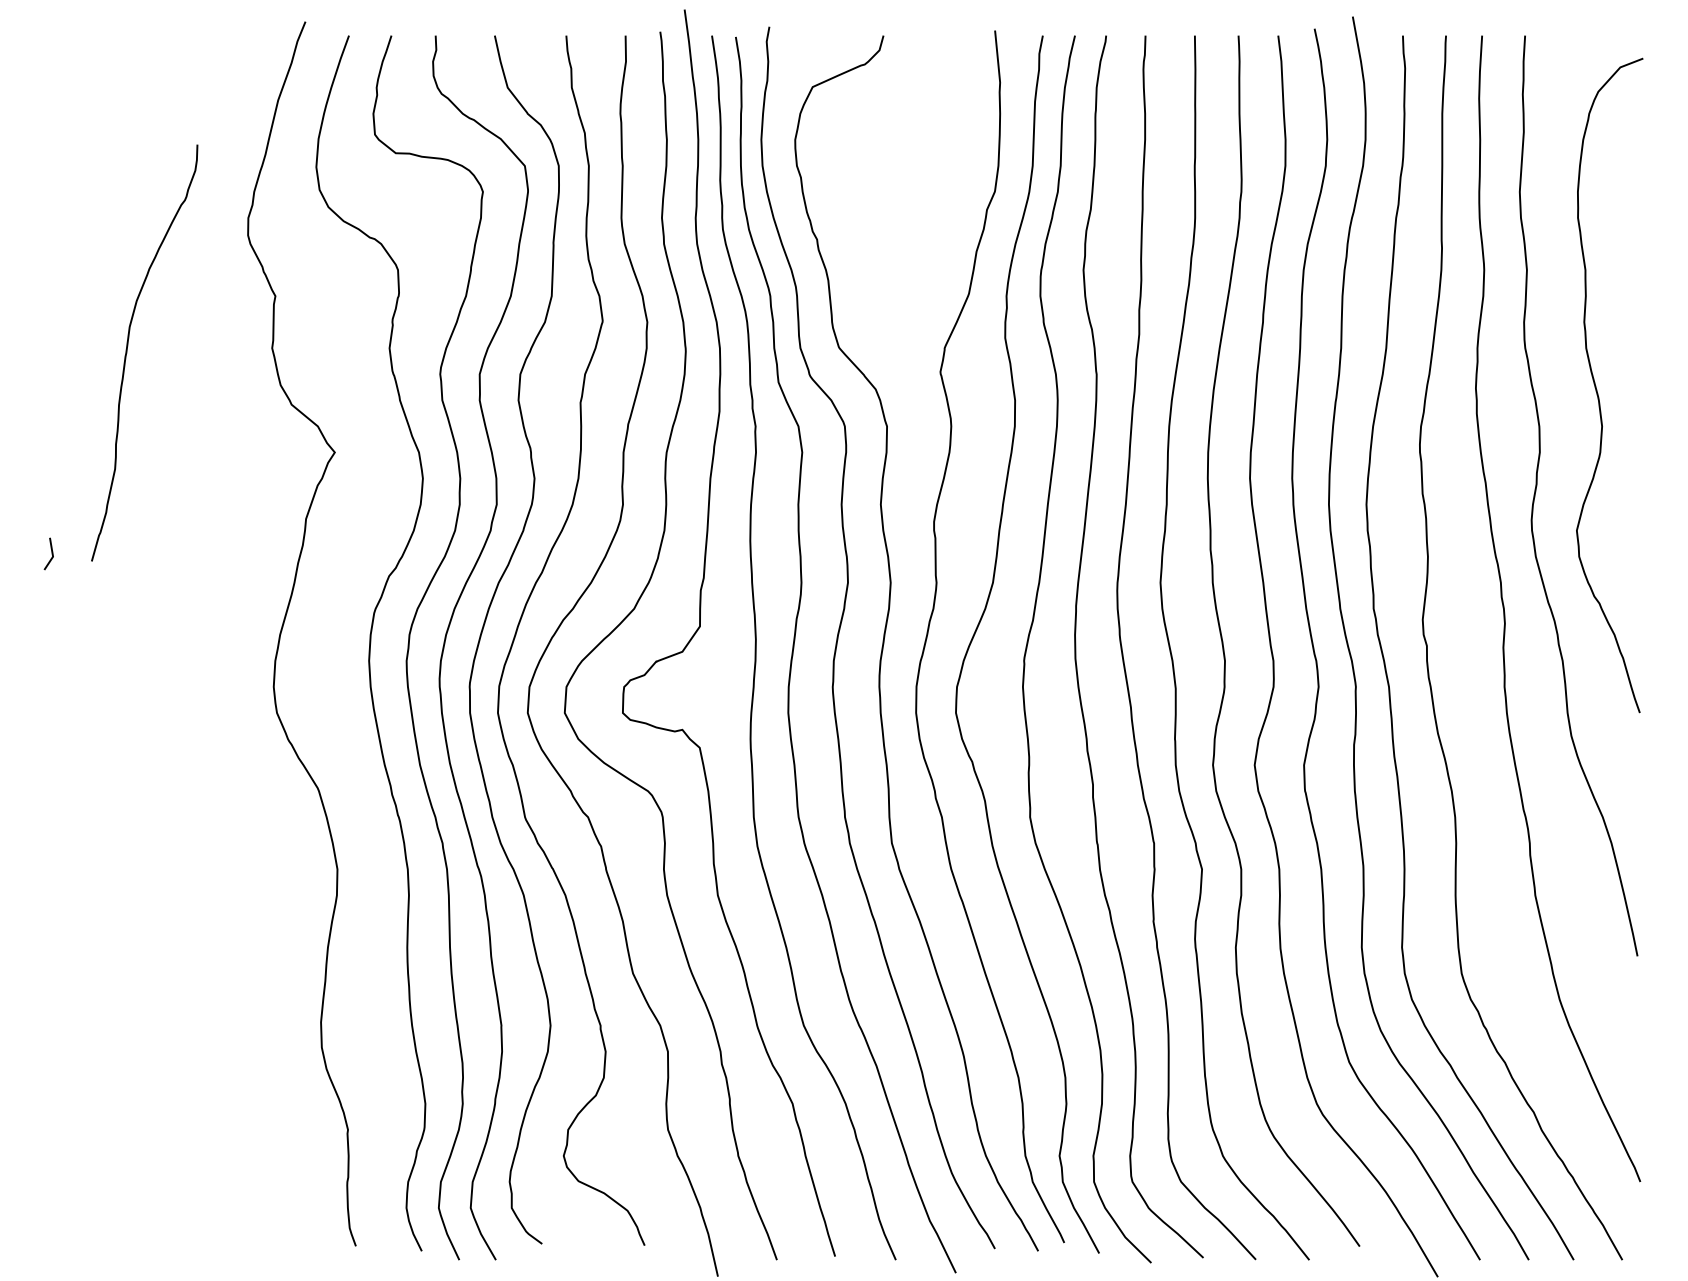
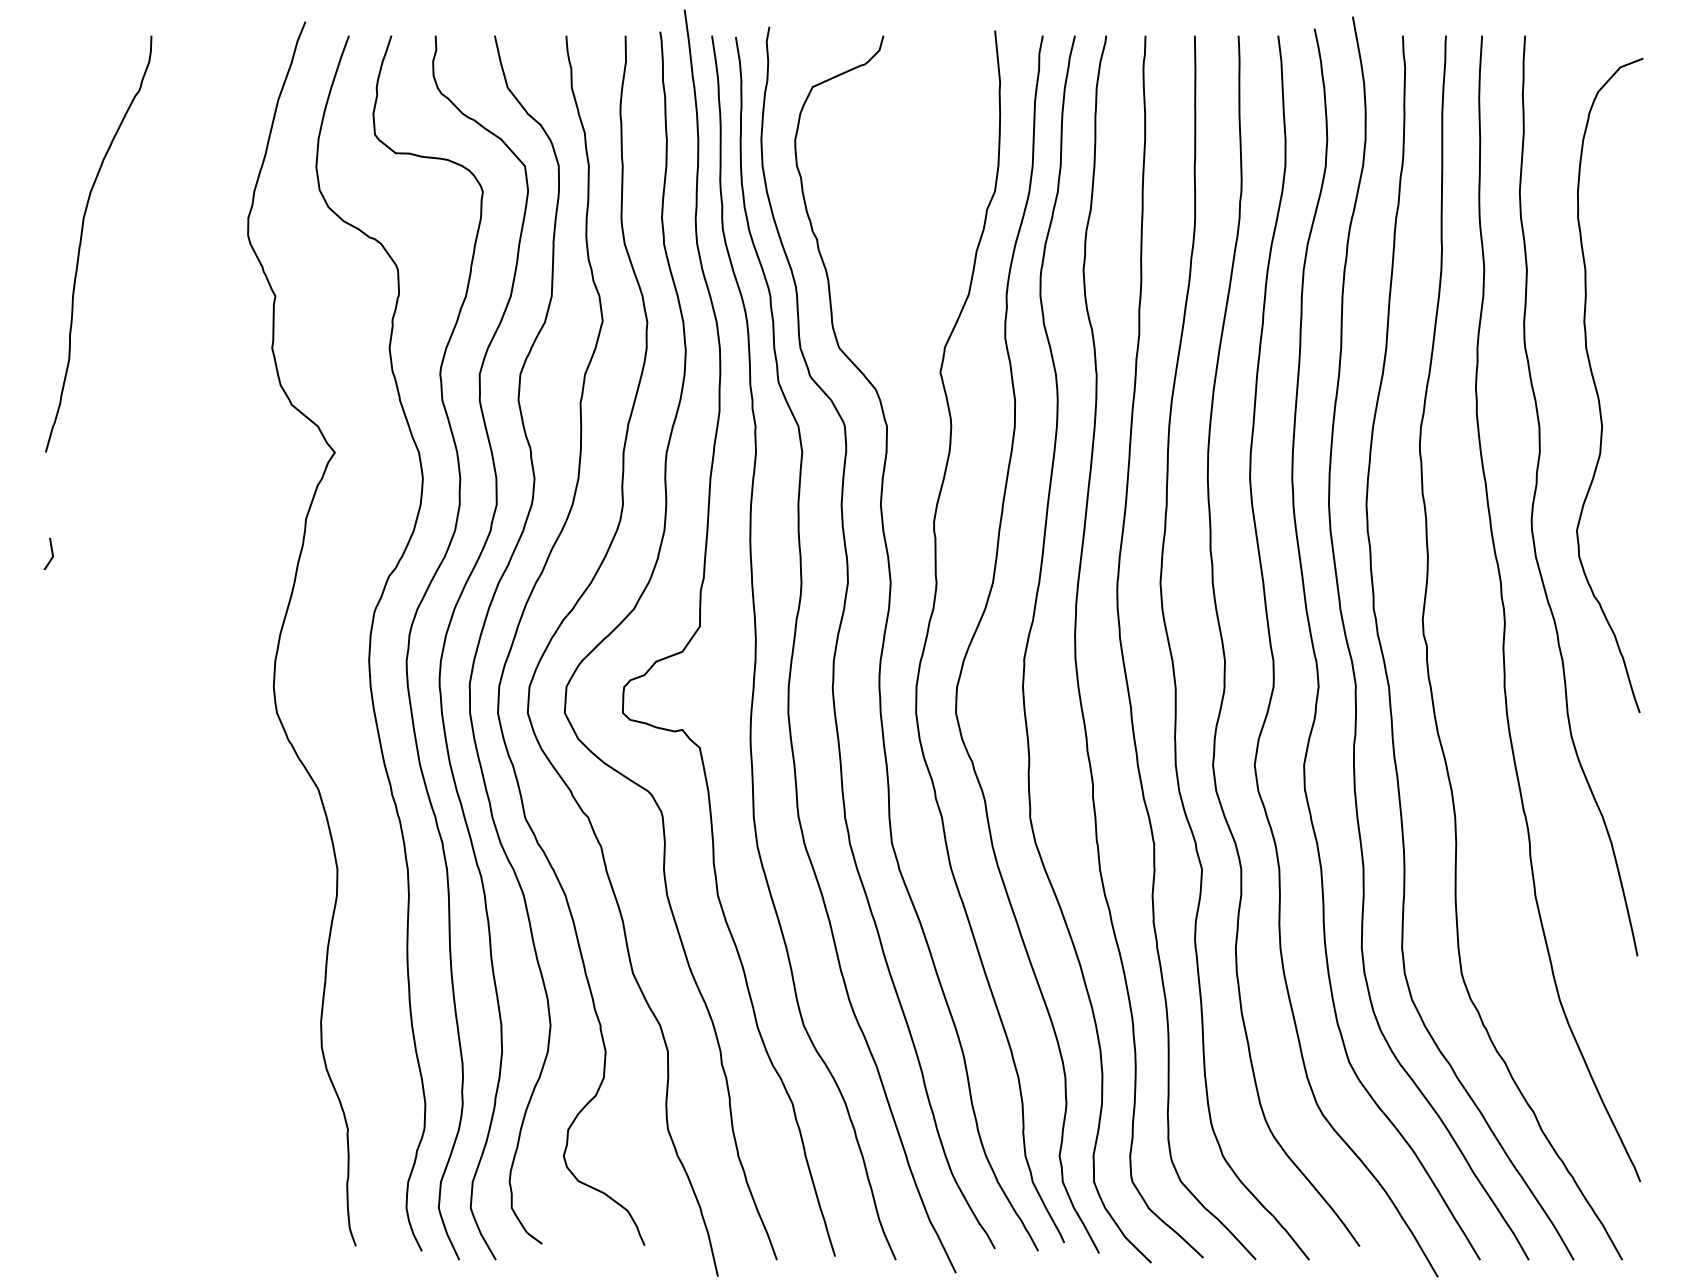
curve at (127, 352) position: (127, 352) -> (81, 243)
